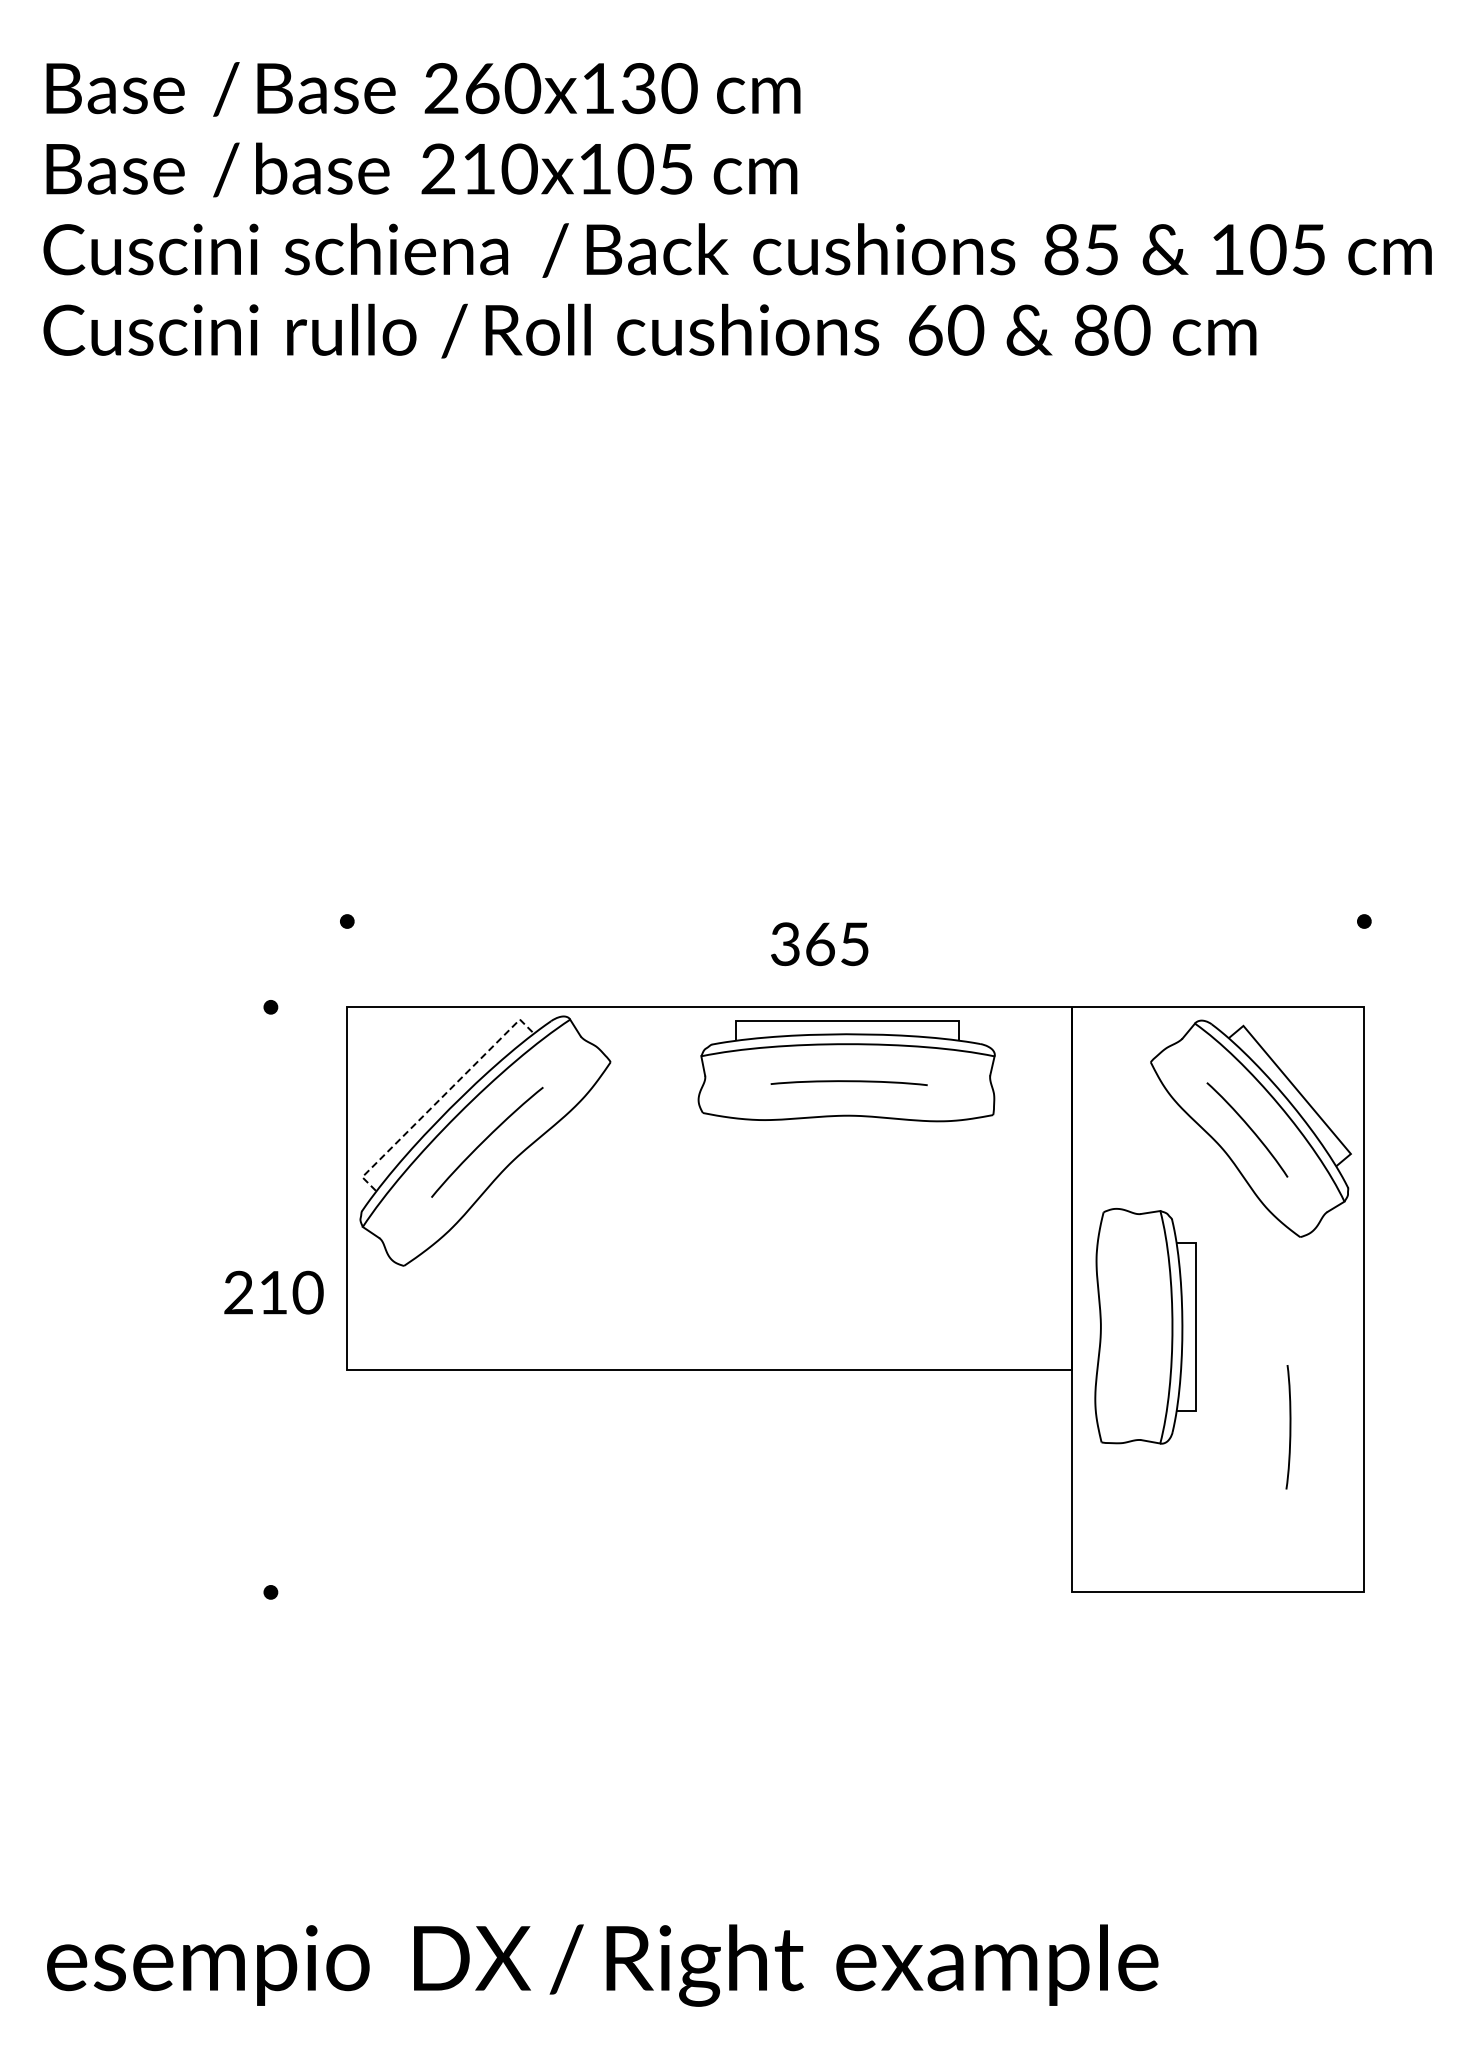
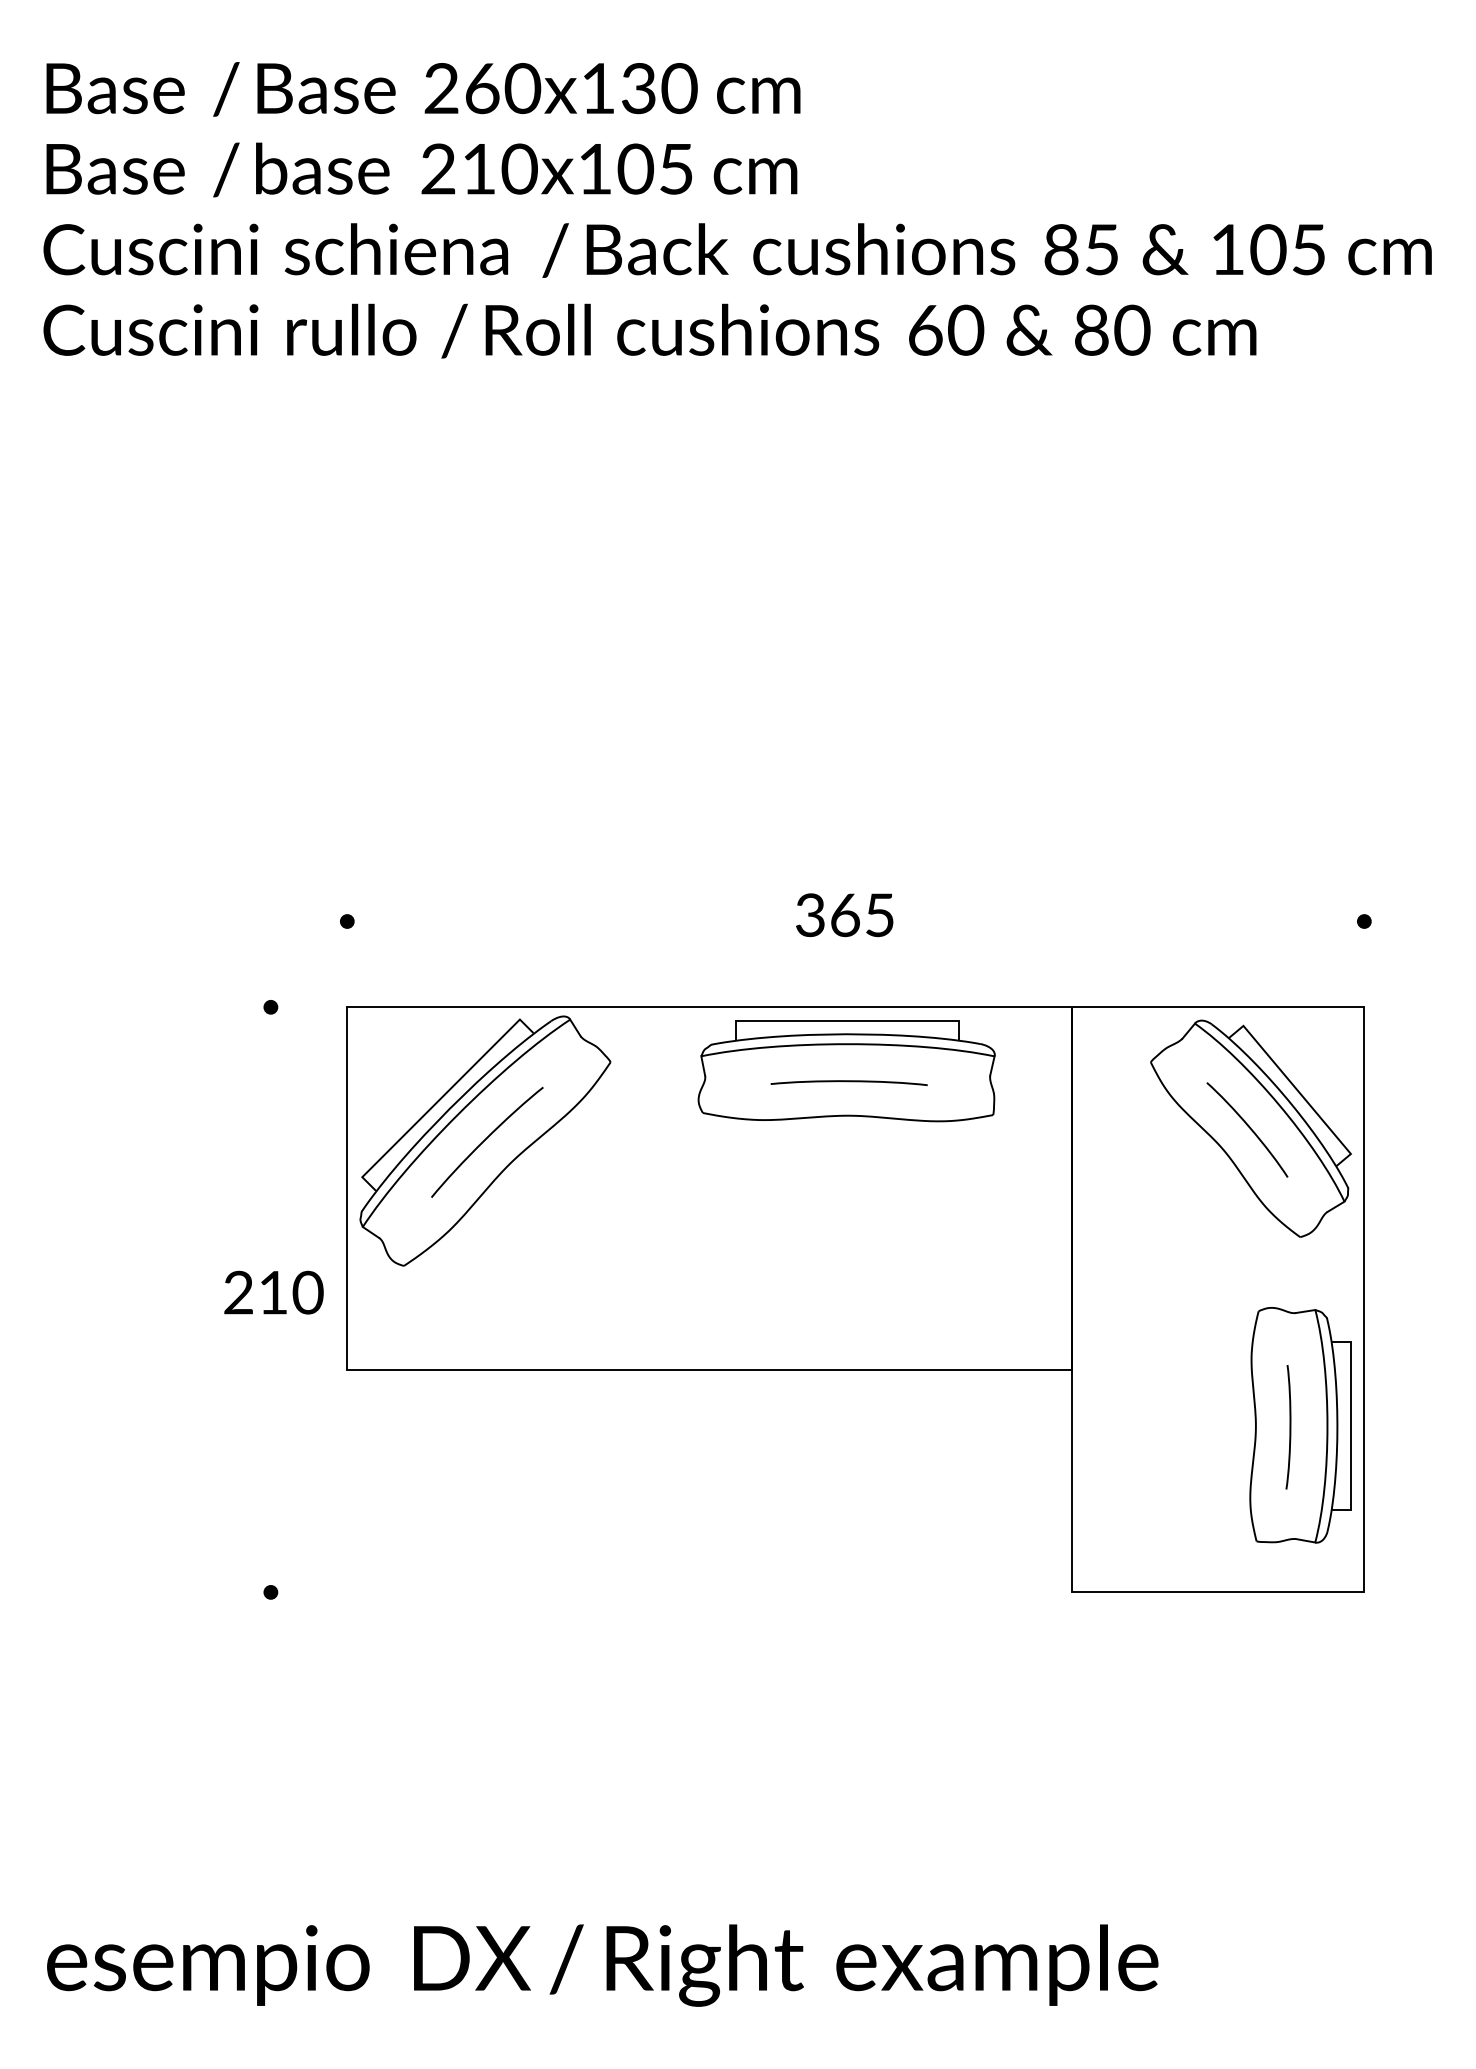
text at (819, 944) position: (819, 944) -> (844, 915)
line at (441, 1098): dashed -> solid
part at (1145, 1326) position: (1145, 1326) -> (1300, 1425)
